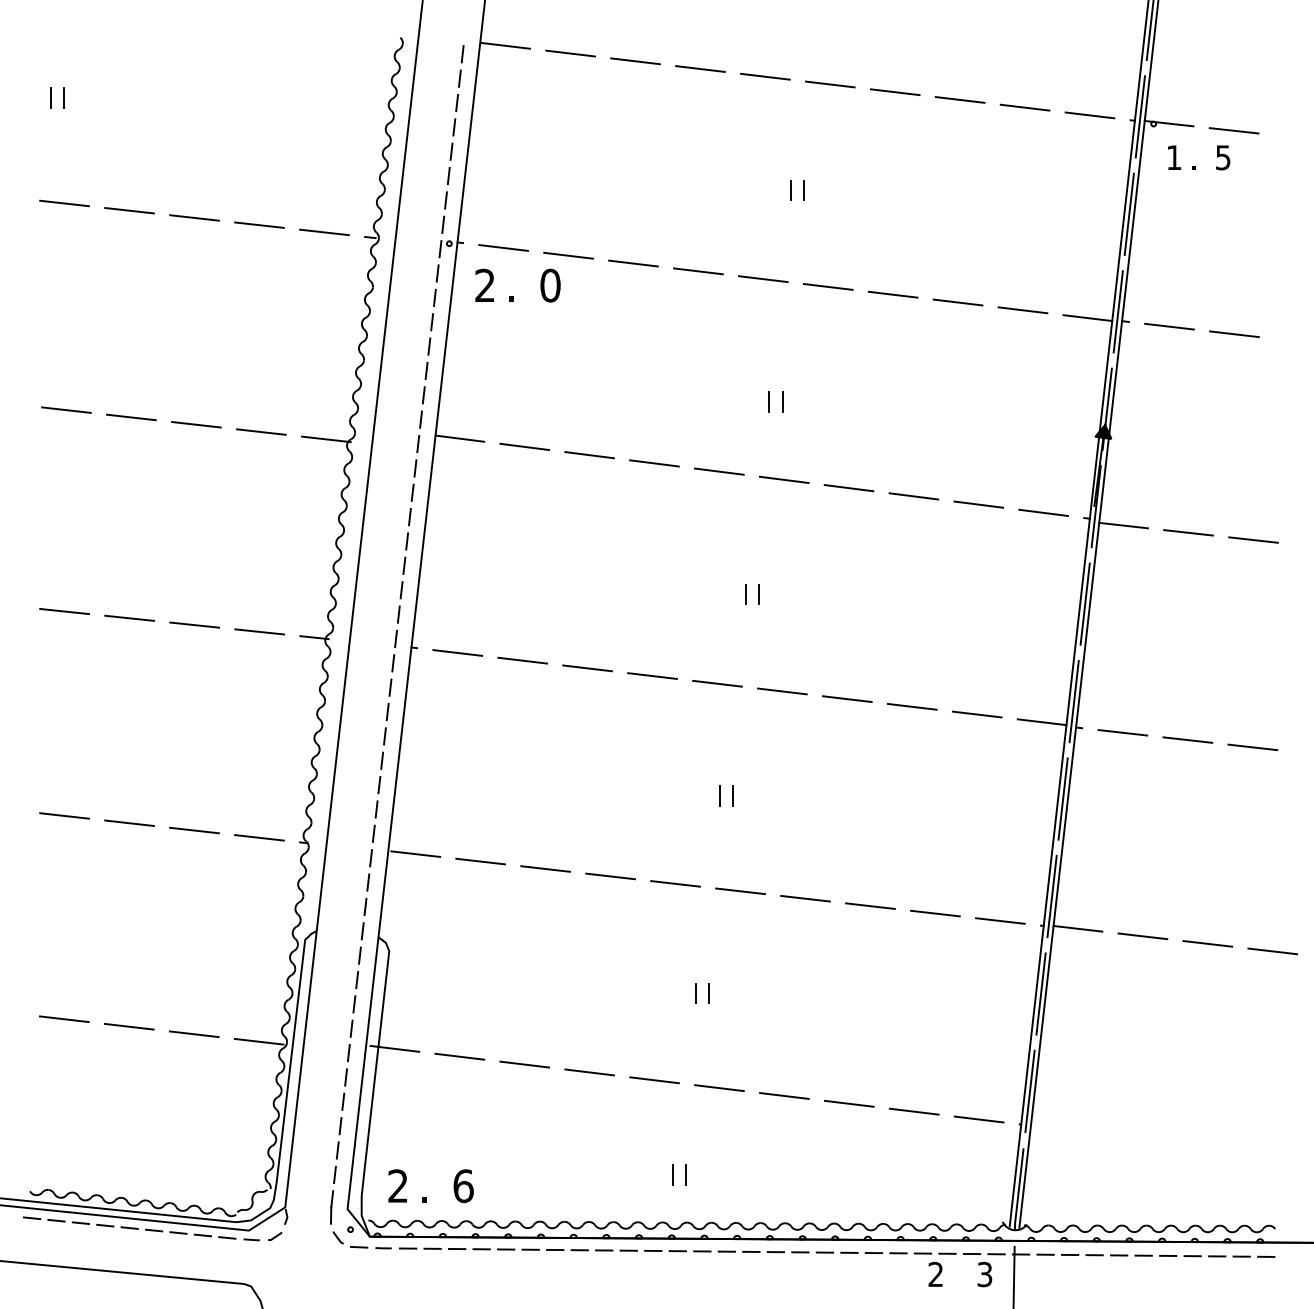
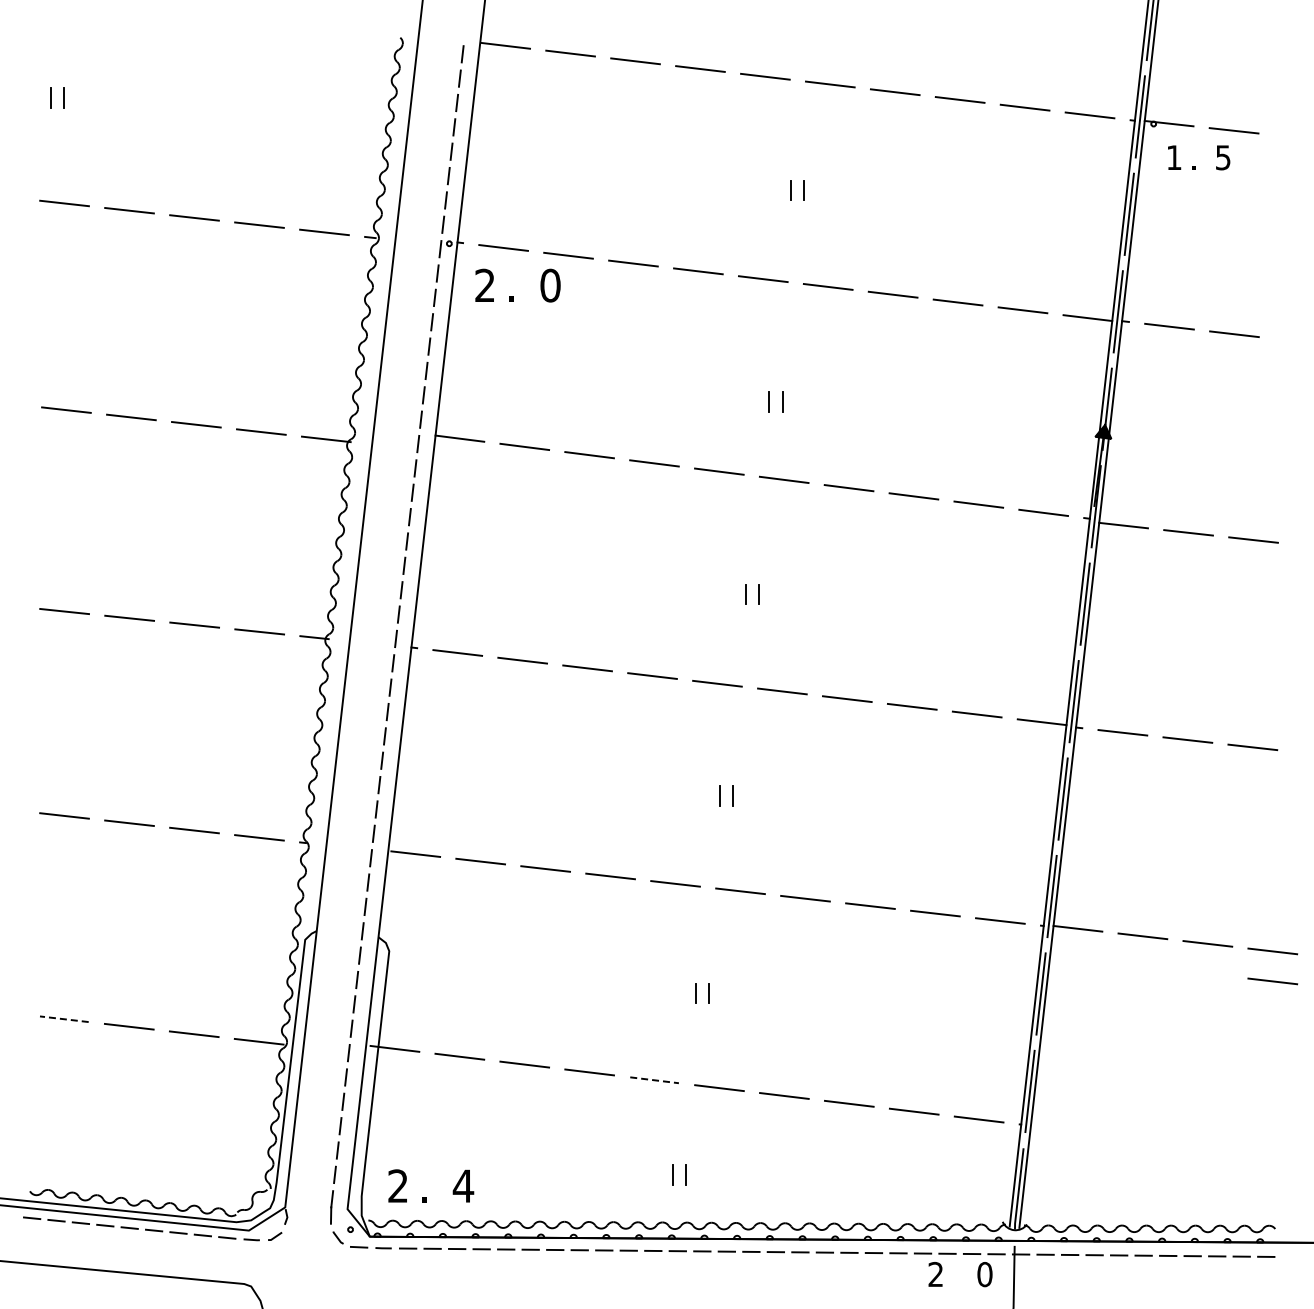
line at (1272, 981): none -> present
line at (64, 1019): solid -> dashed
line at (654, 1080): solid -> dashed
text at (463, 1186): 6 -> 4
text at (984, 1274): 3 -> 0
